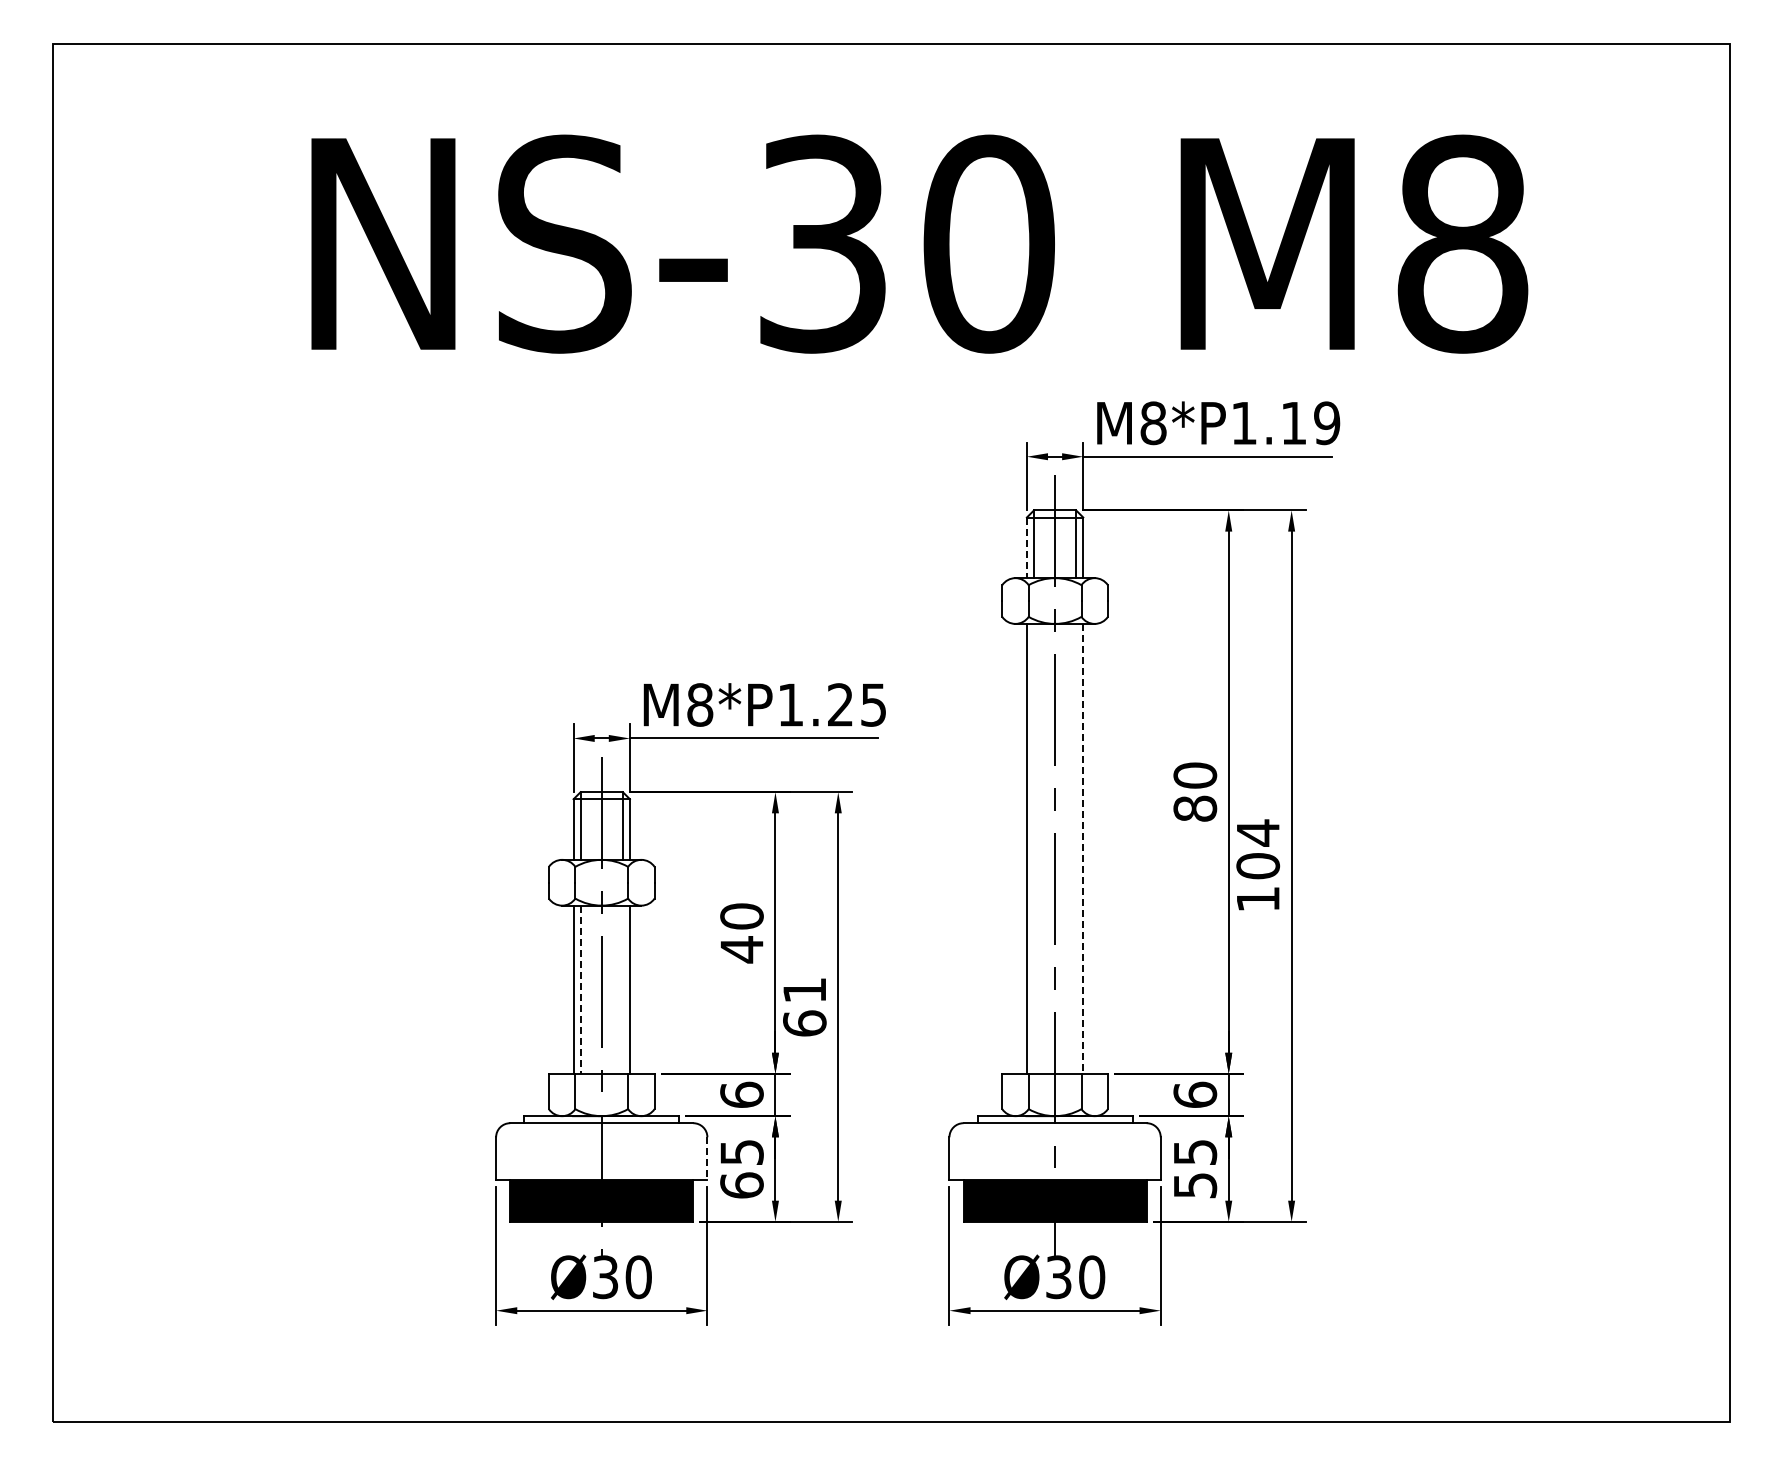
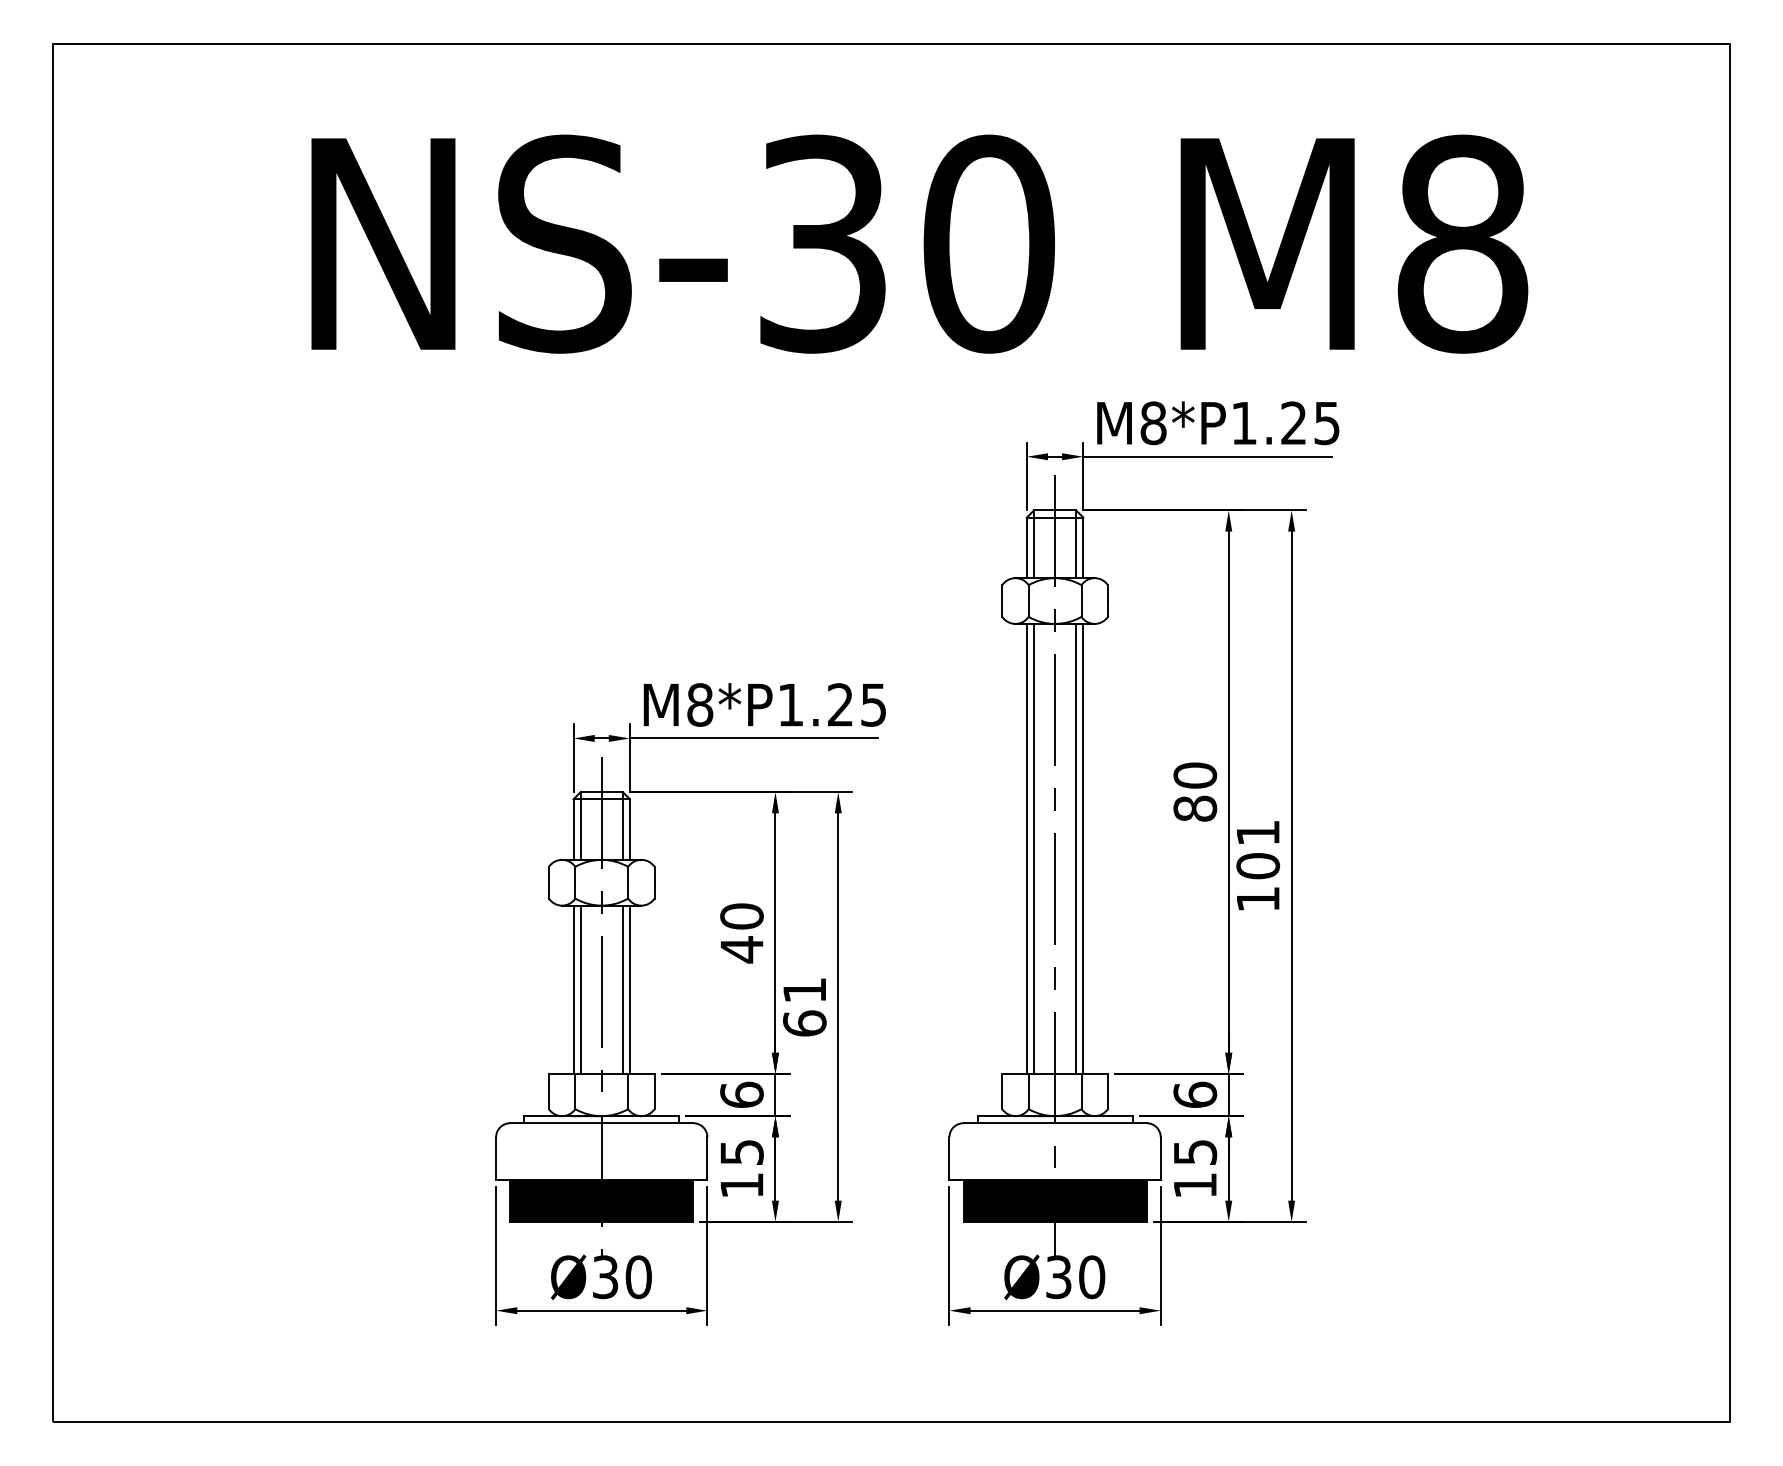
text at (1310, 422): M8*P1.19 -> M8*P1.25
line at (1026, 548): dashed -> solid
text at (1258, 832): 104 -> 101
line at (1033, 848): none -> present
line at (1076, 848): none -> present
line at (1083, 848): dashed -> solid
line at (622, 989): none -> present
line at (580, 990): dashed -> solid
line at (707, 1158): dashed -> solid
text at (741, 1185): 65 -> 15
text at (1195, 1185): 55 -> 15
